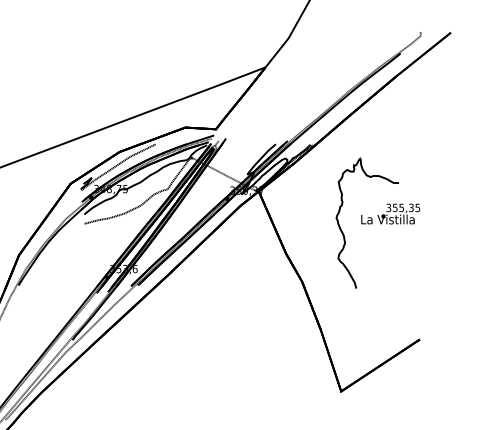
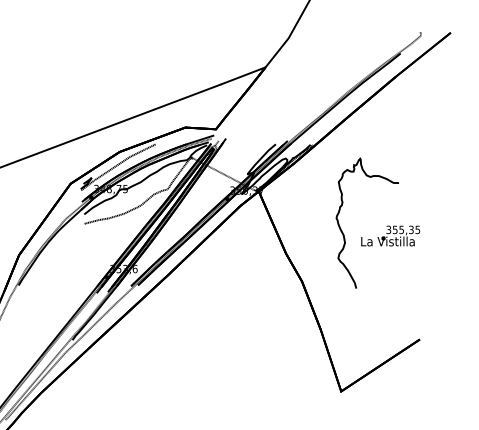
text at (390, 213) position: (390, 213) -> (390, 235)
